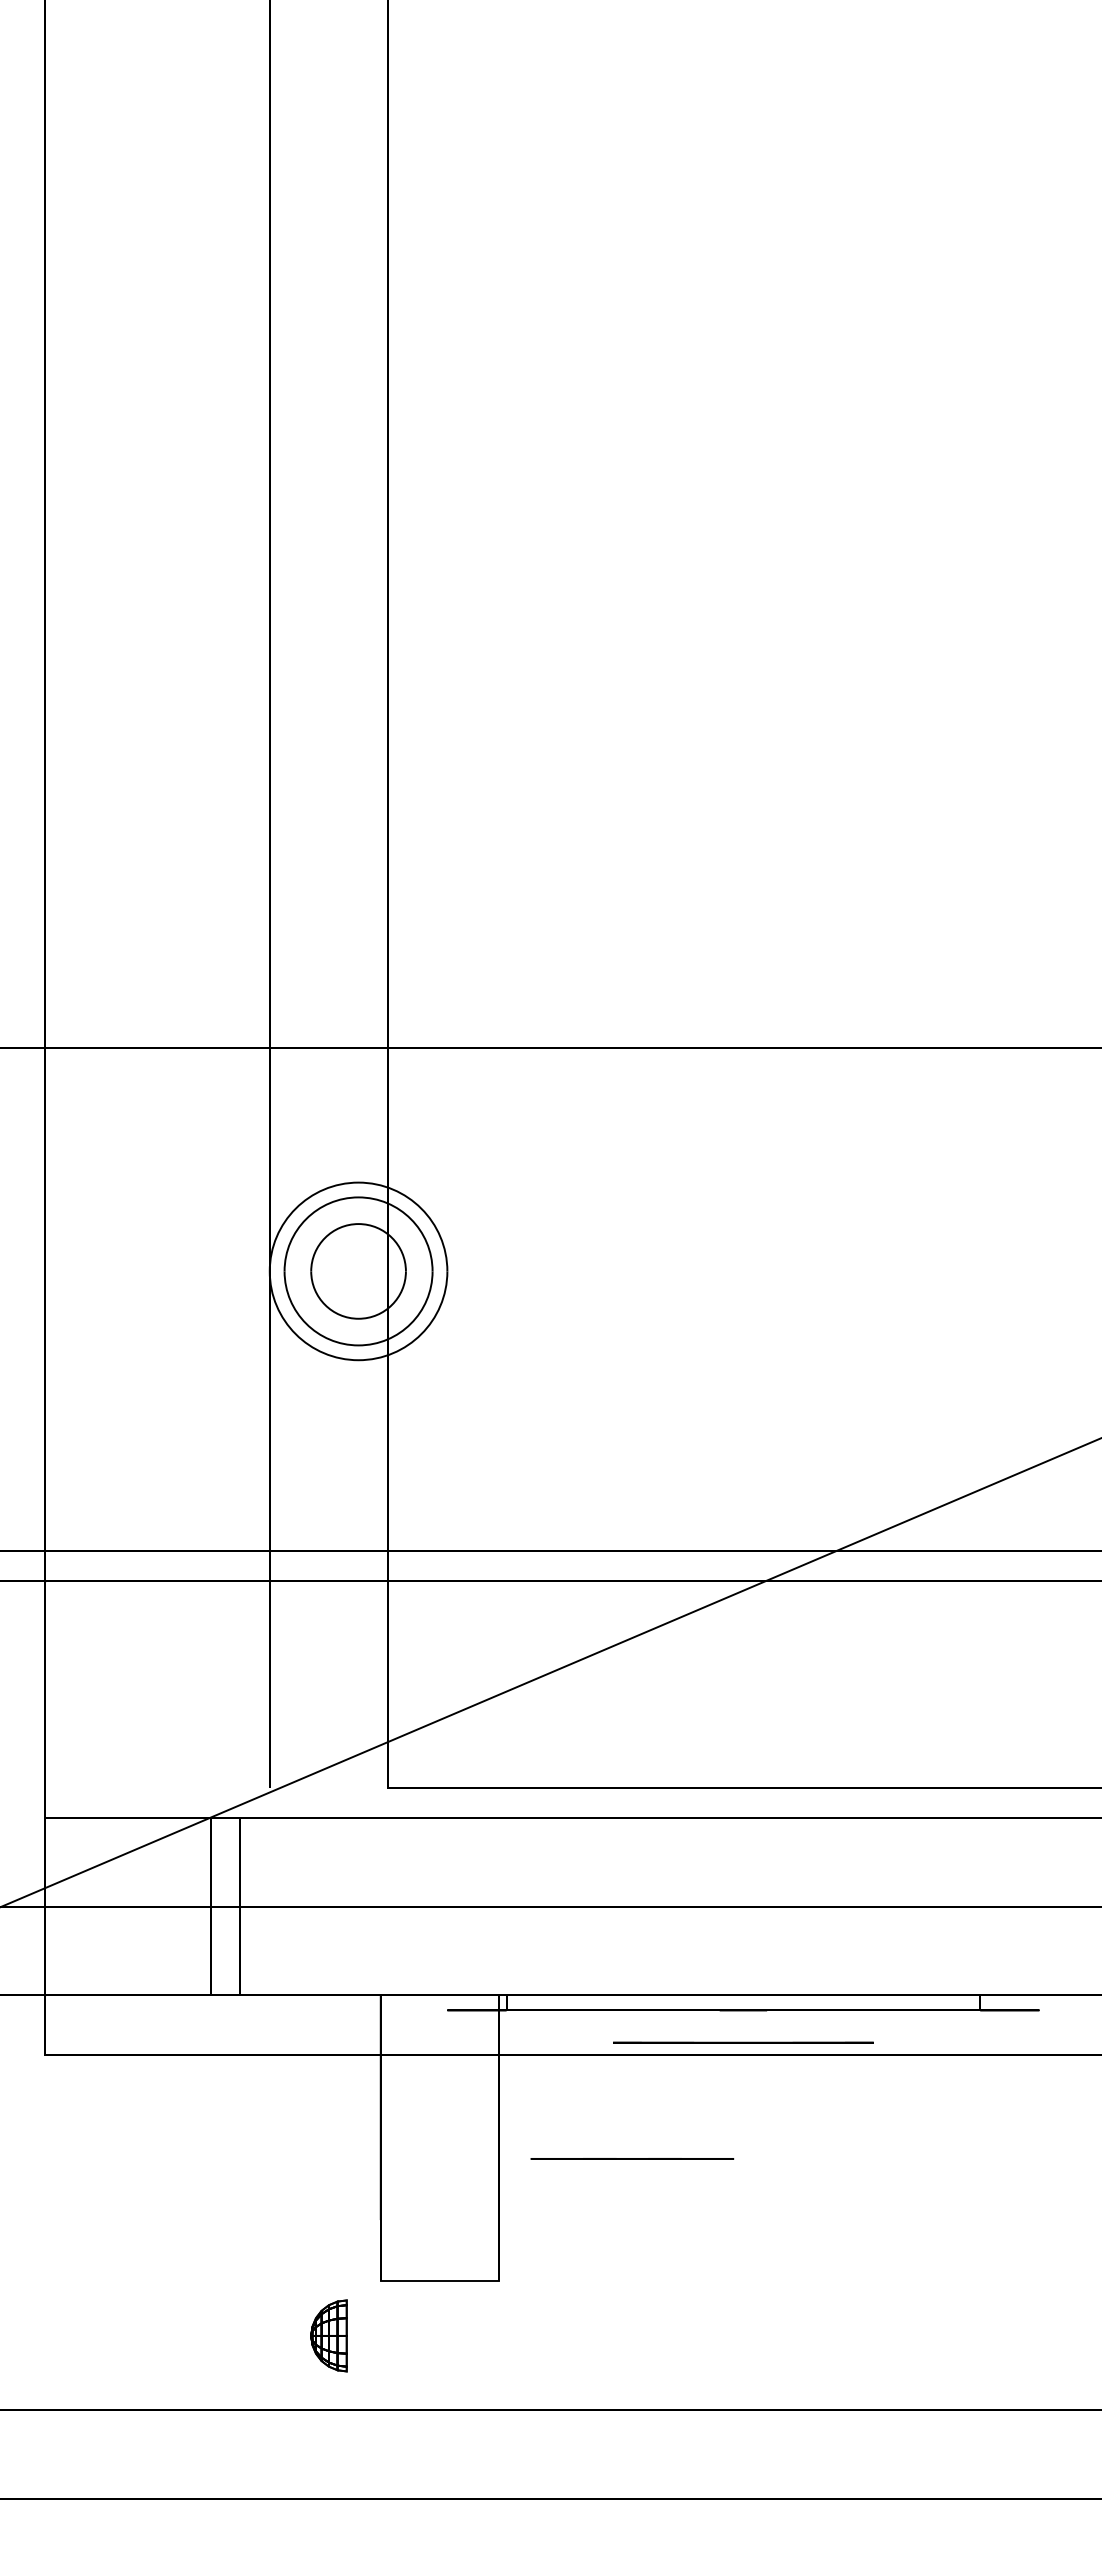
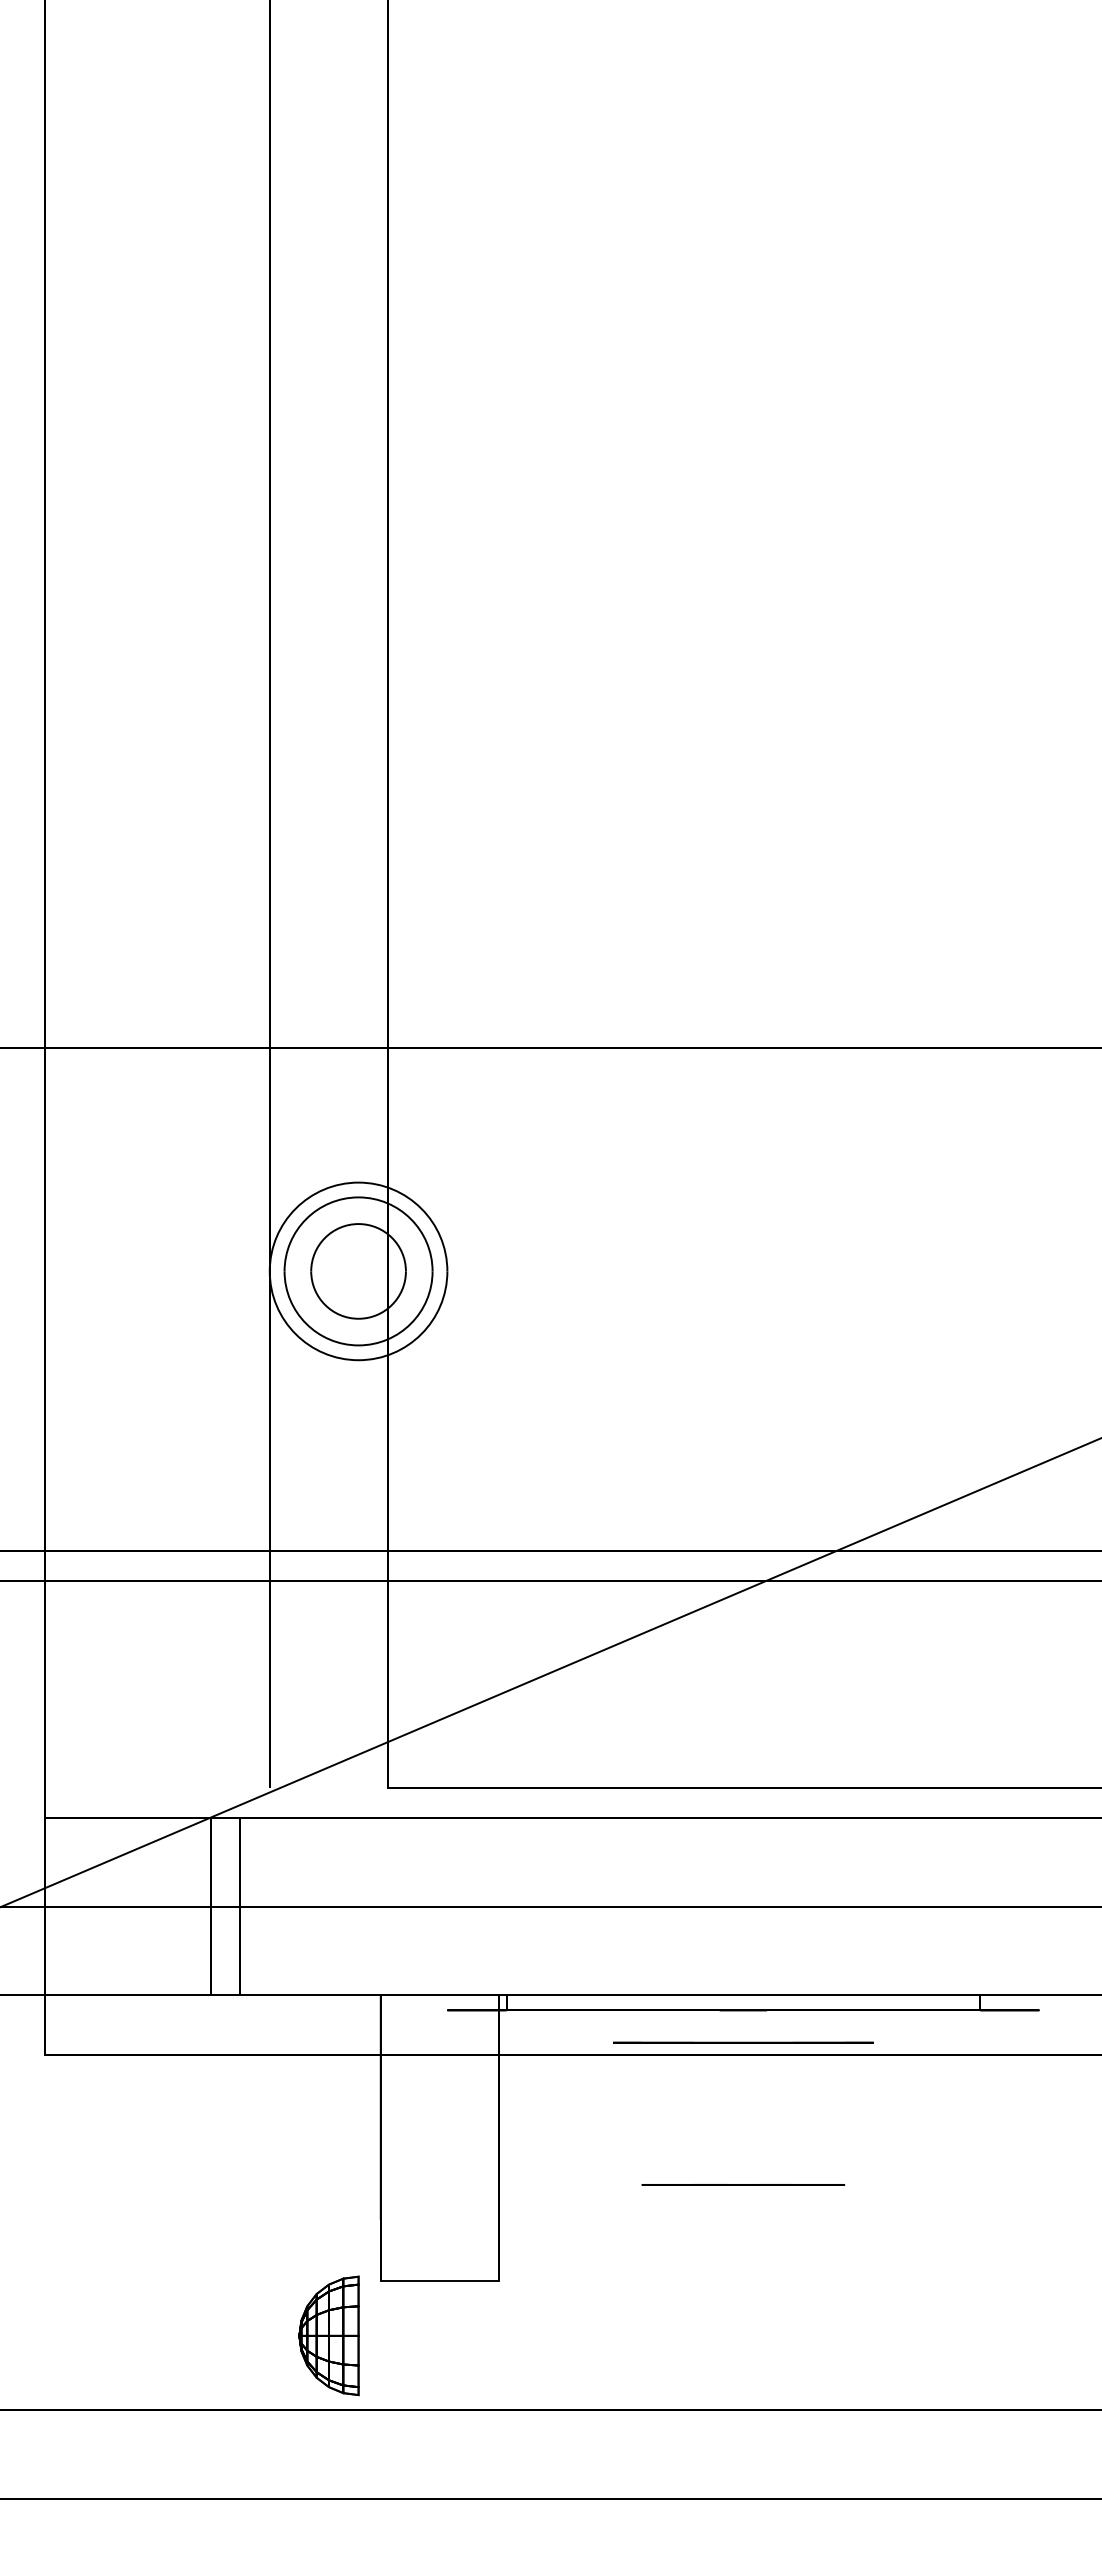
line at (632, 2158) position: (632, 2158) -> (743, 2184)
part at (328, 2335) size: 38x74 px -> 62x122 px
